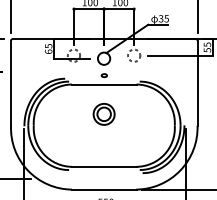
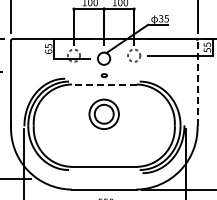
line at (197, 82): solid -> dashed
line at (103, 84): solid -> dashed
part at (103, 114) size: 24x23 px -> 32x32 px
